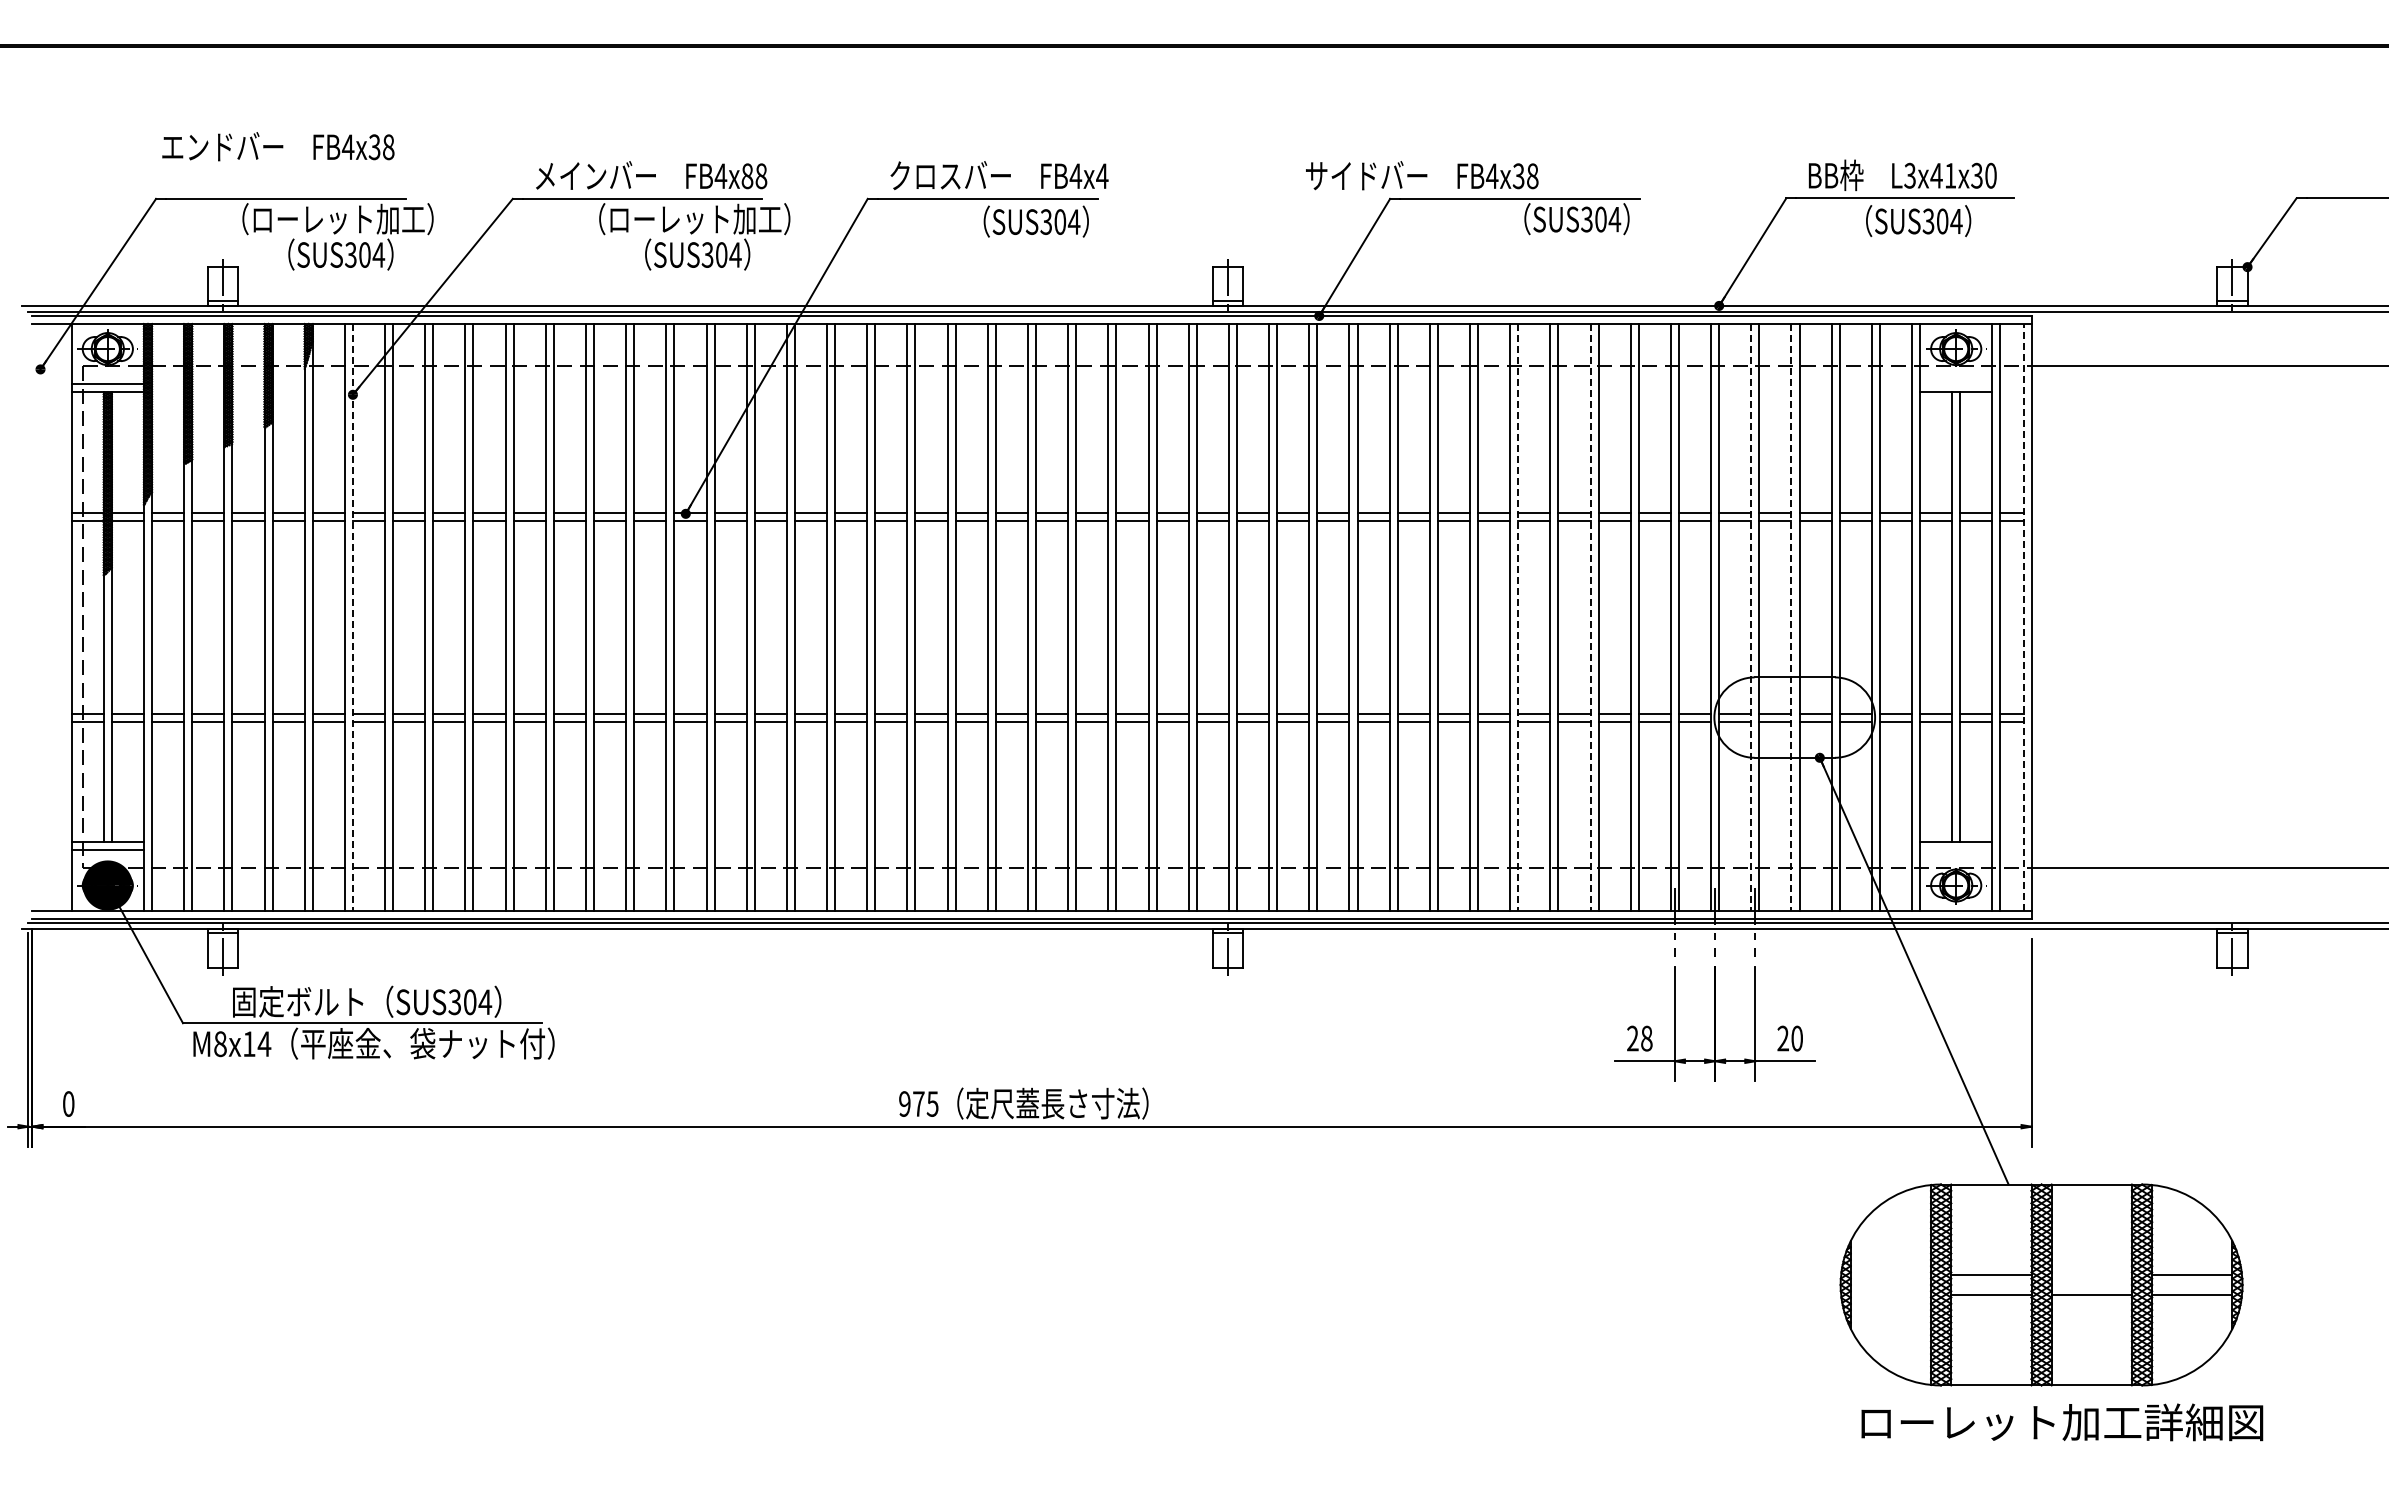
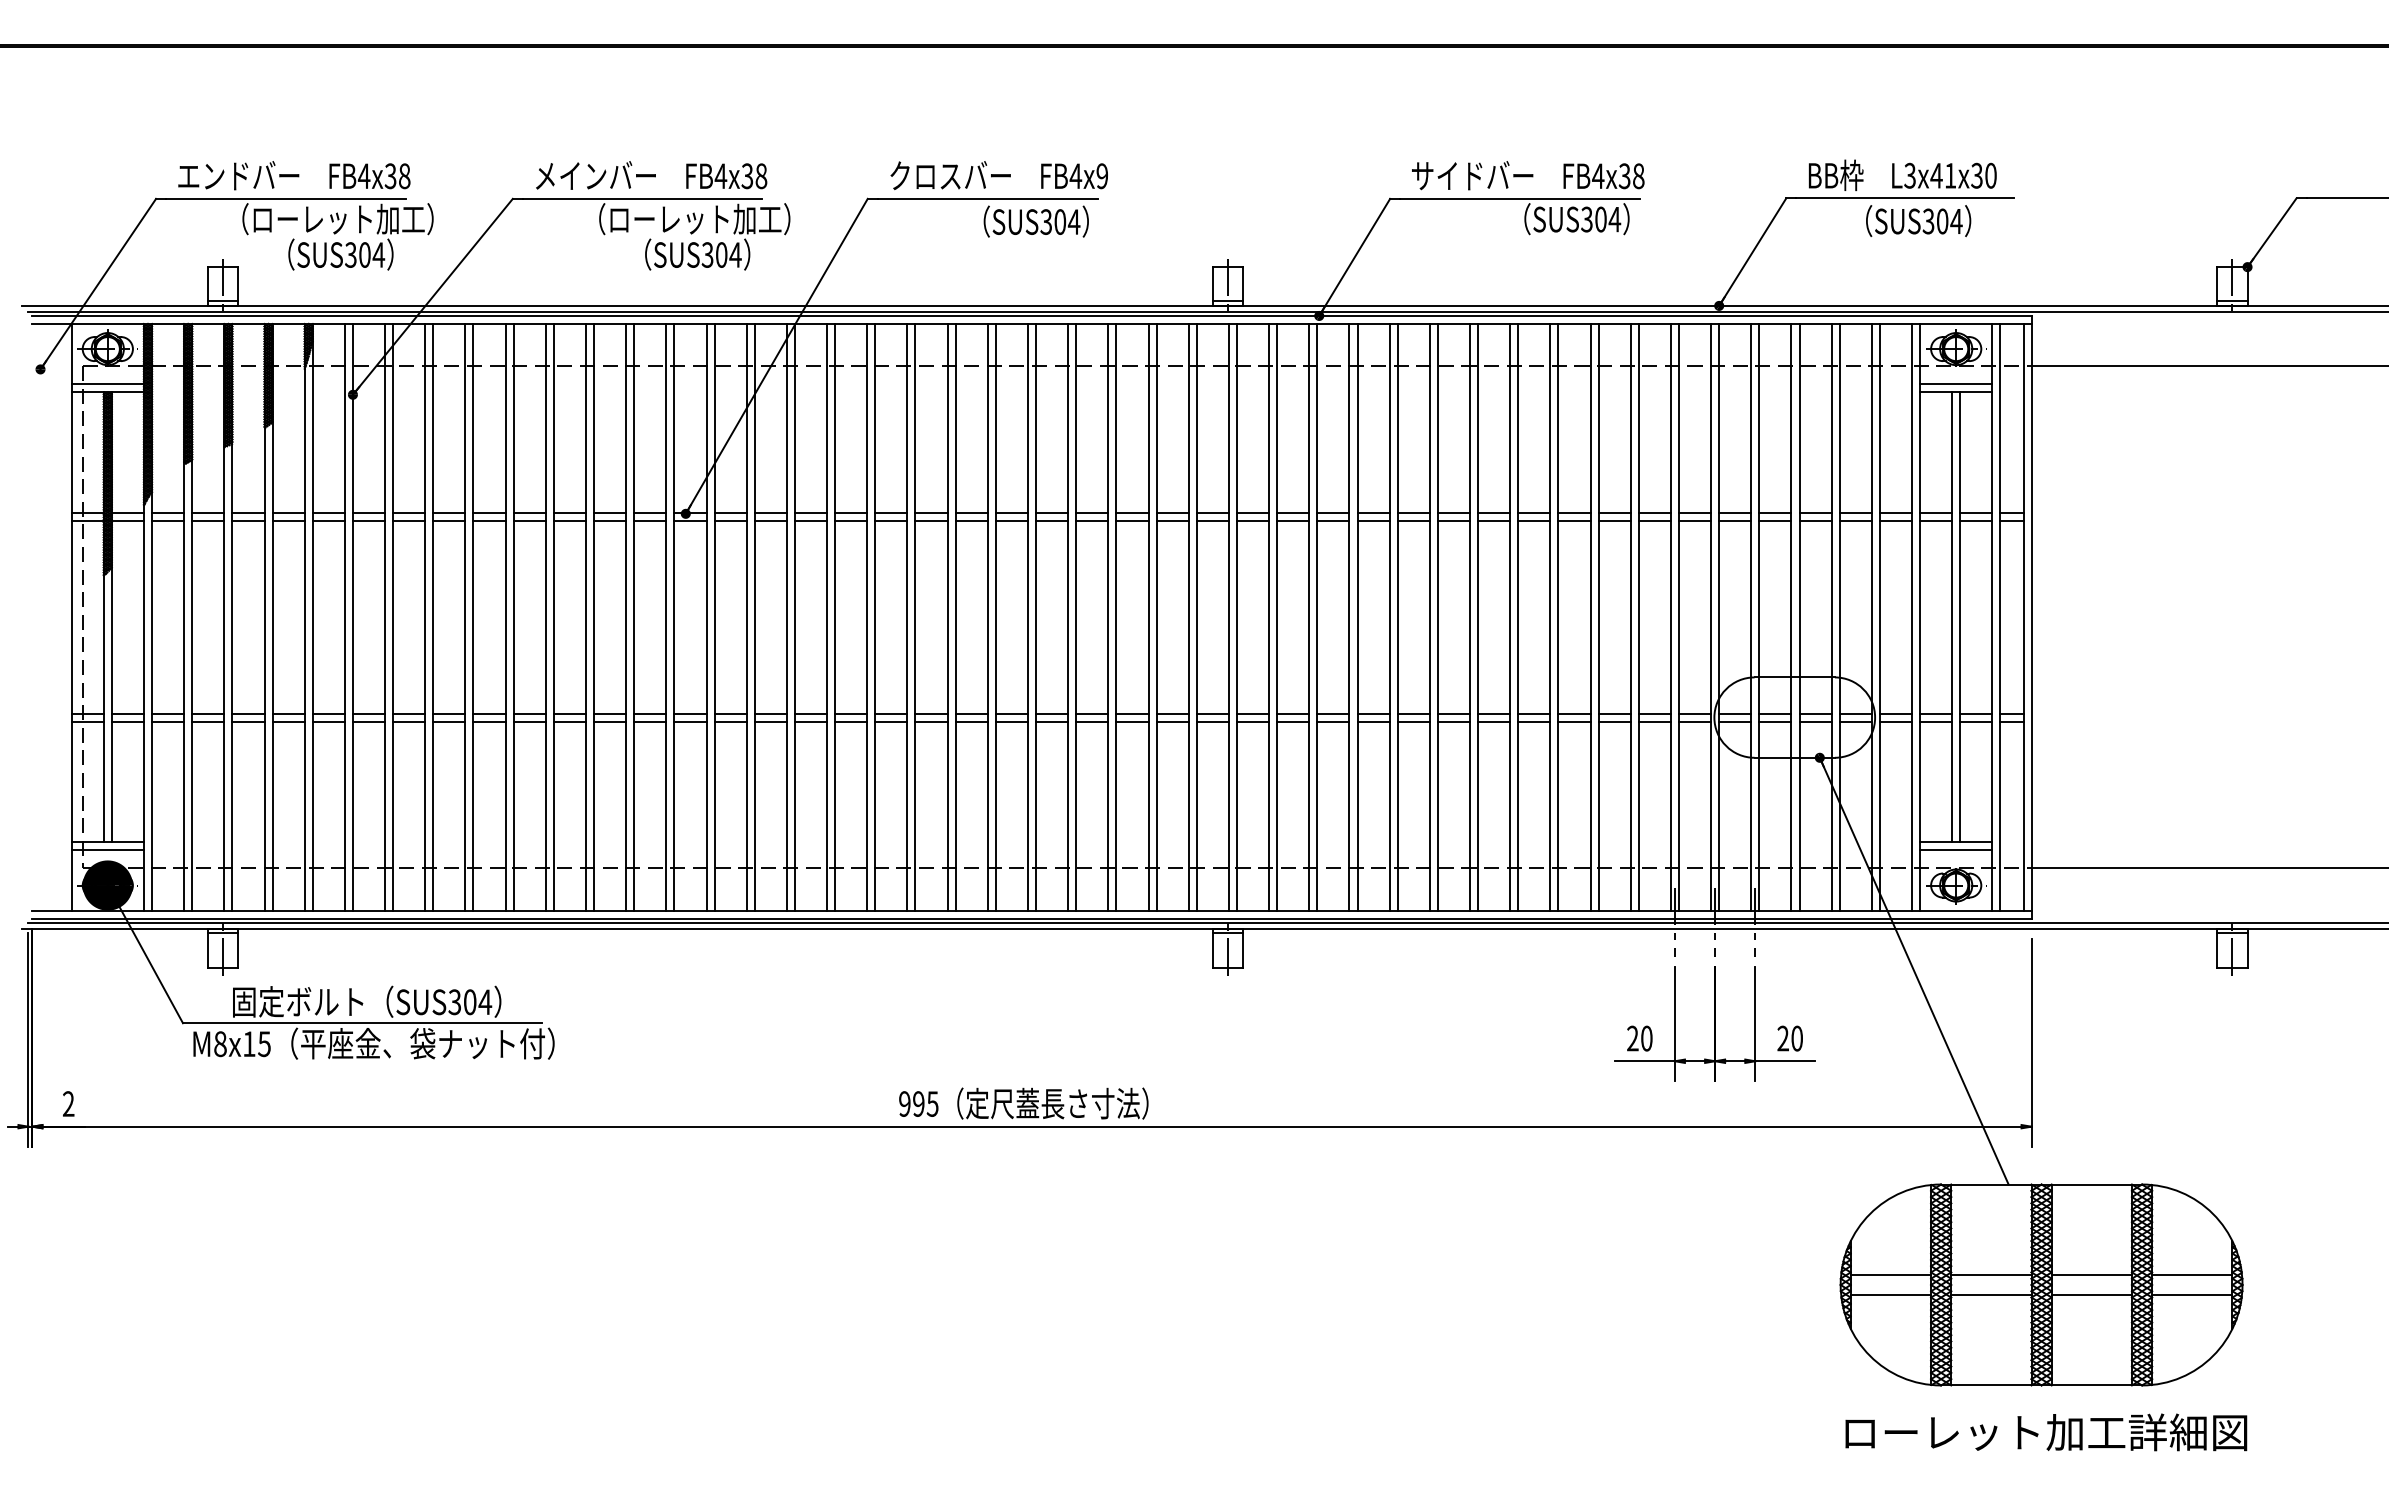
text at (278, 146) position: (278, 146) -> (294, 175)
text at (747, 175): FB4x88 -> FB4x38
text at (1422, 175) position: (1422, 175) -> (1528, 175)
text at (1102, 176): FB4x4 -> FB4x9
line at (1956, 384): none -> present
line at (2023, 616): dashed -> solid
line at (352, 617): dashed -> solid
line at (1518, 617): dashed -> solid
line at (1590, 617): dashed -> solid
line at (1751, 617): dashed -> solid
line at (1791, 617): dashed -> solid
line at (1956, 850): none -> present
text at (1646, 1038): 28 -> 20
text at (264, 1044): M8x14 -> M8x15
text at (68, 1103): 0 -> 2
text at (918, 1103): 975 -> 995
line at (1890, 1274): none -> present
line at (2091, 1274): none -> present
line at (1890, 1295): none -> present
text at (2062, 1422) position: (2062, 1422) -> (2046, 1432)
